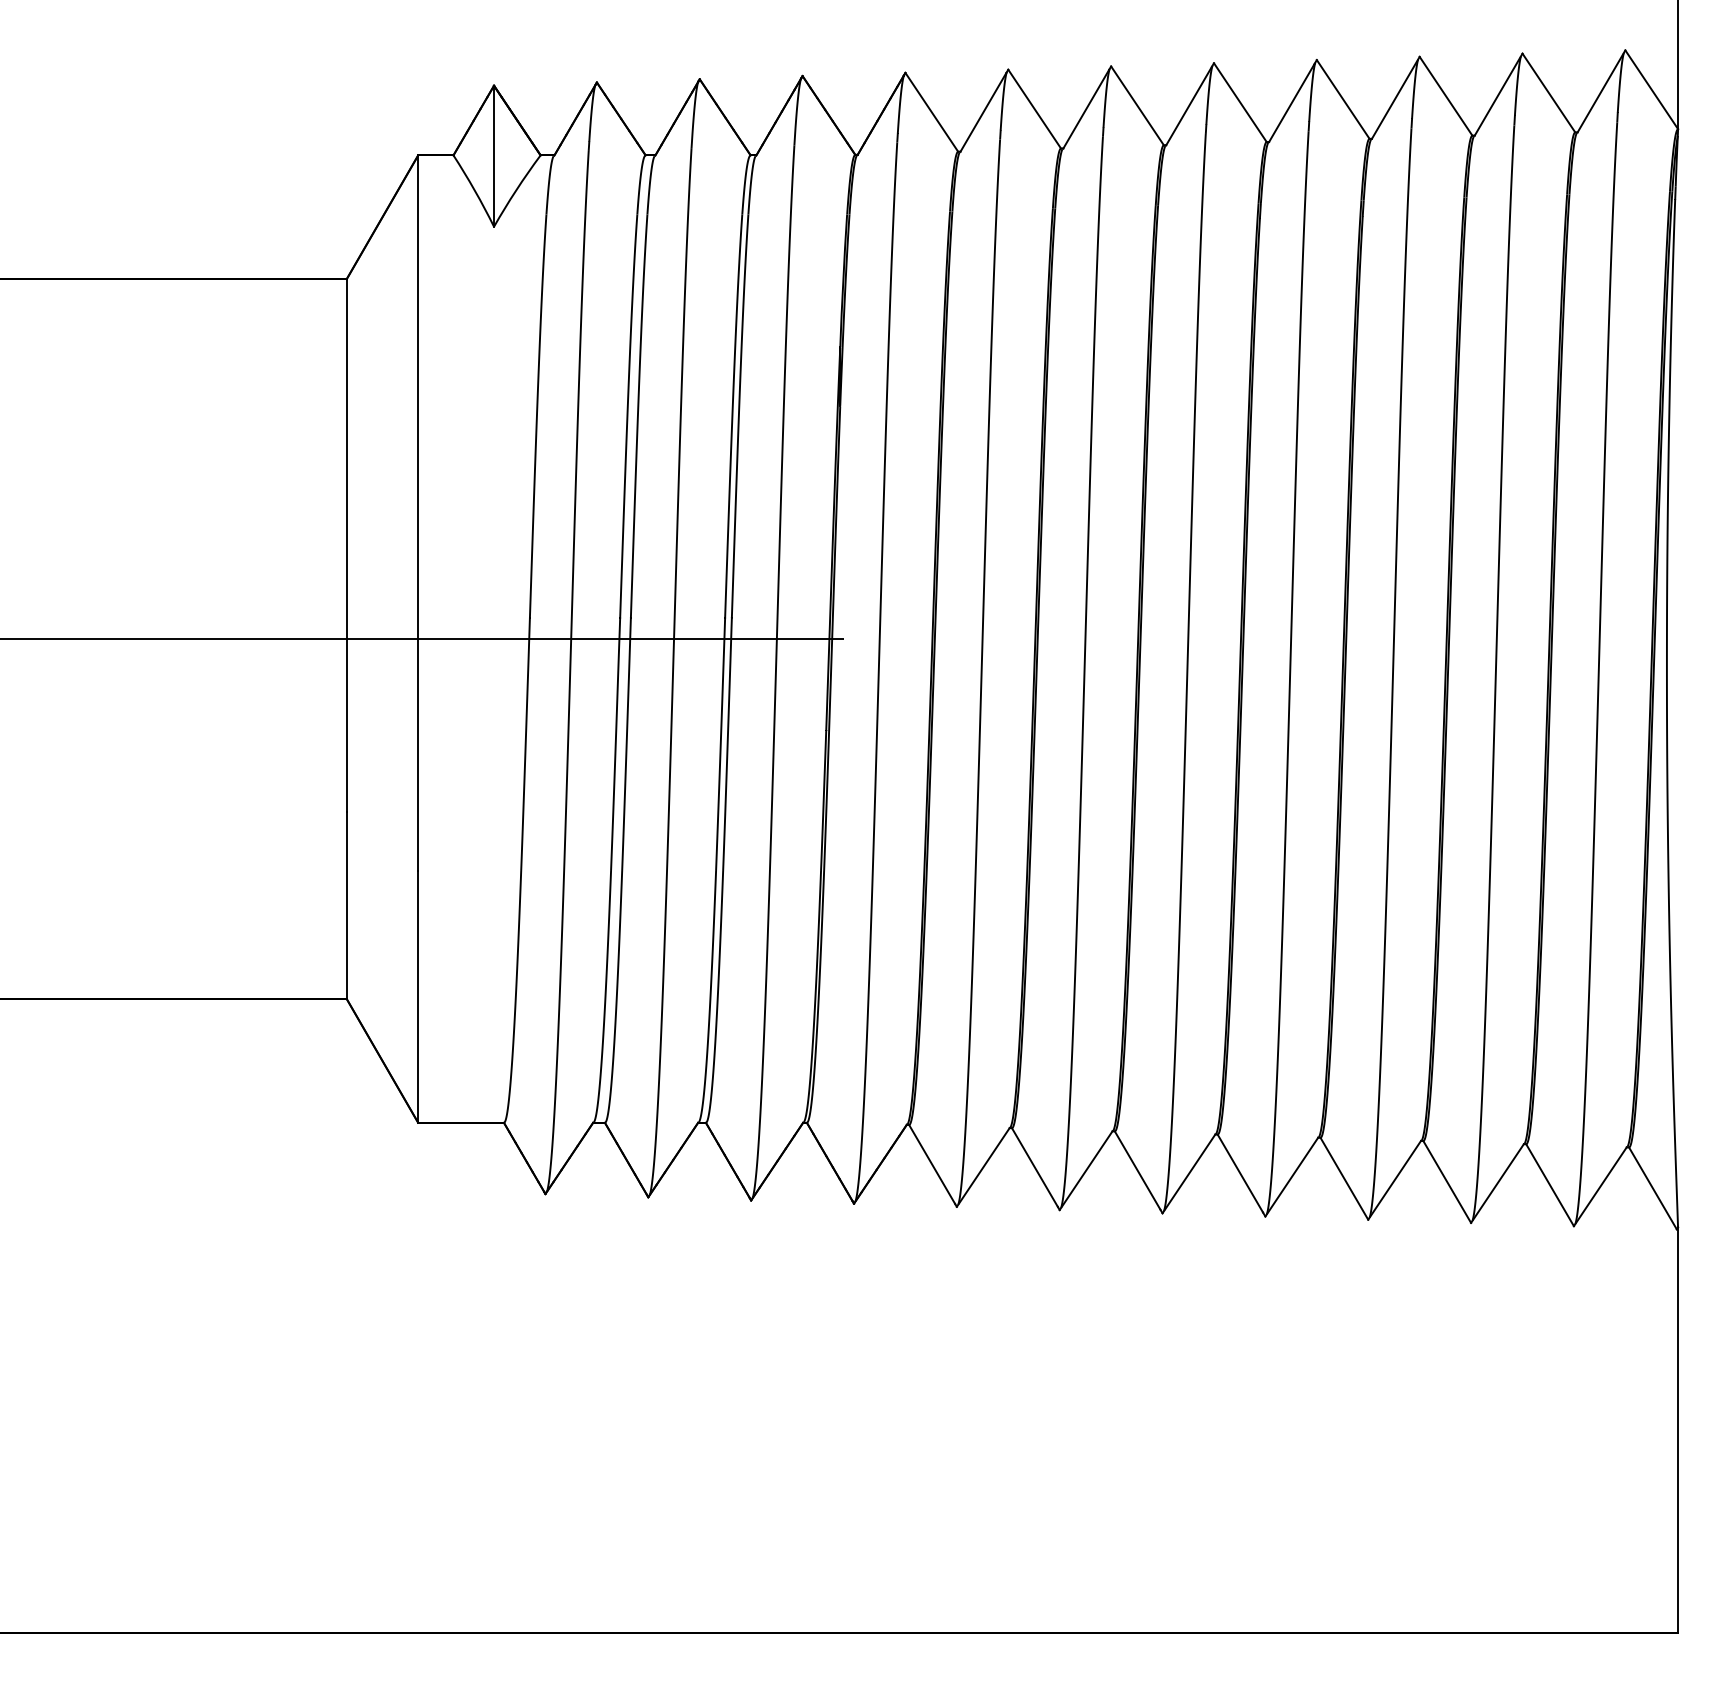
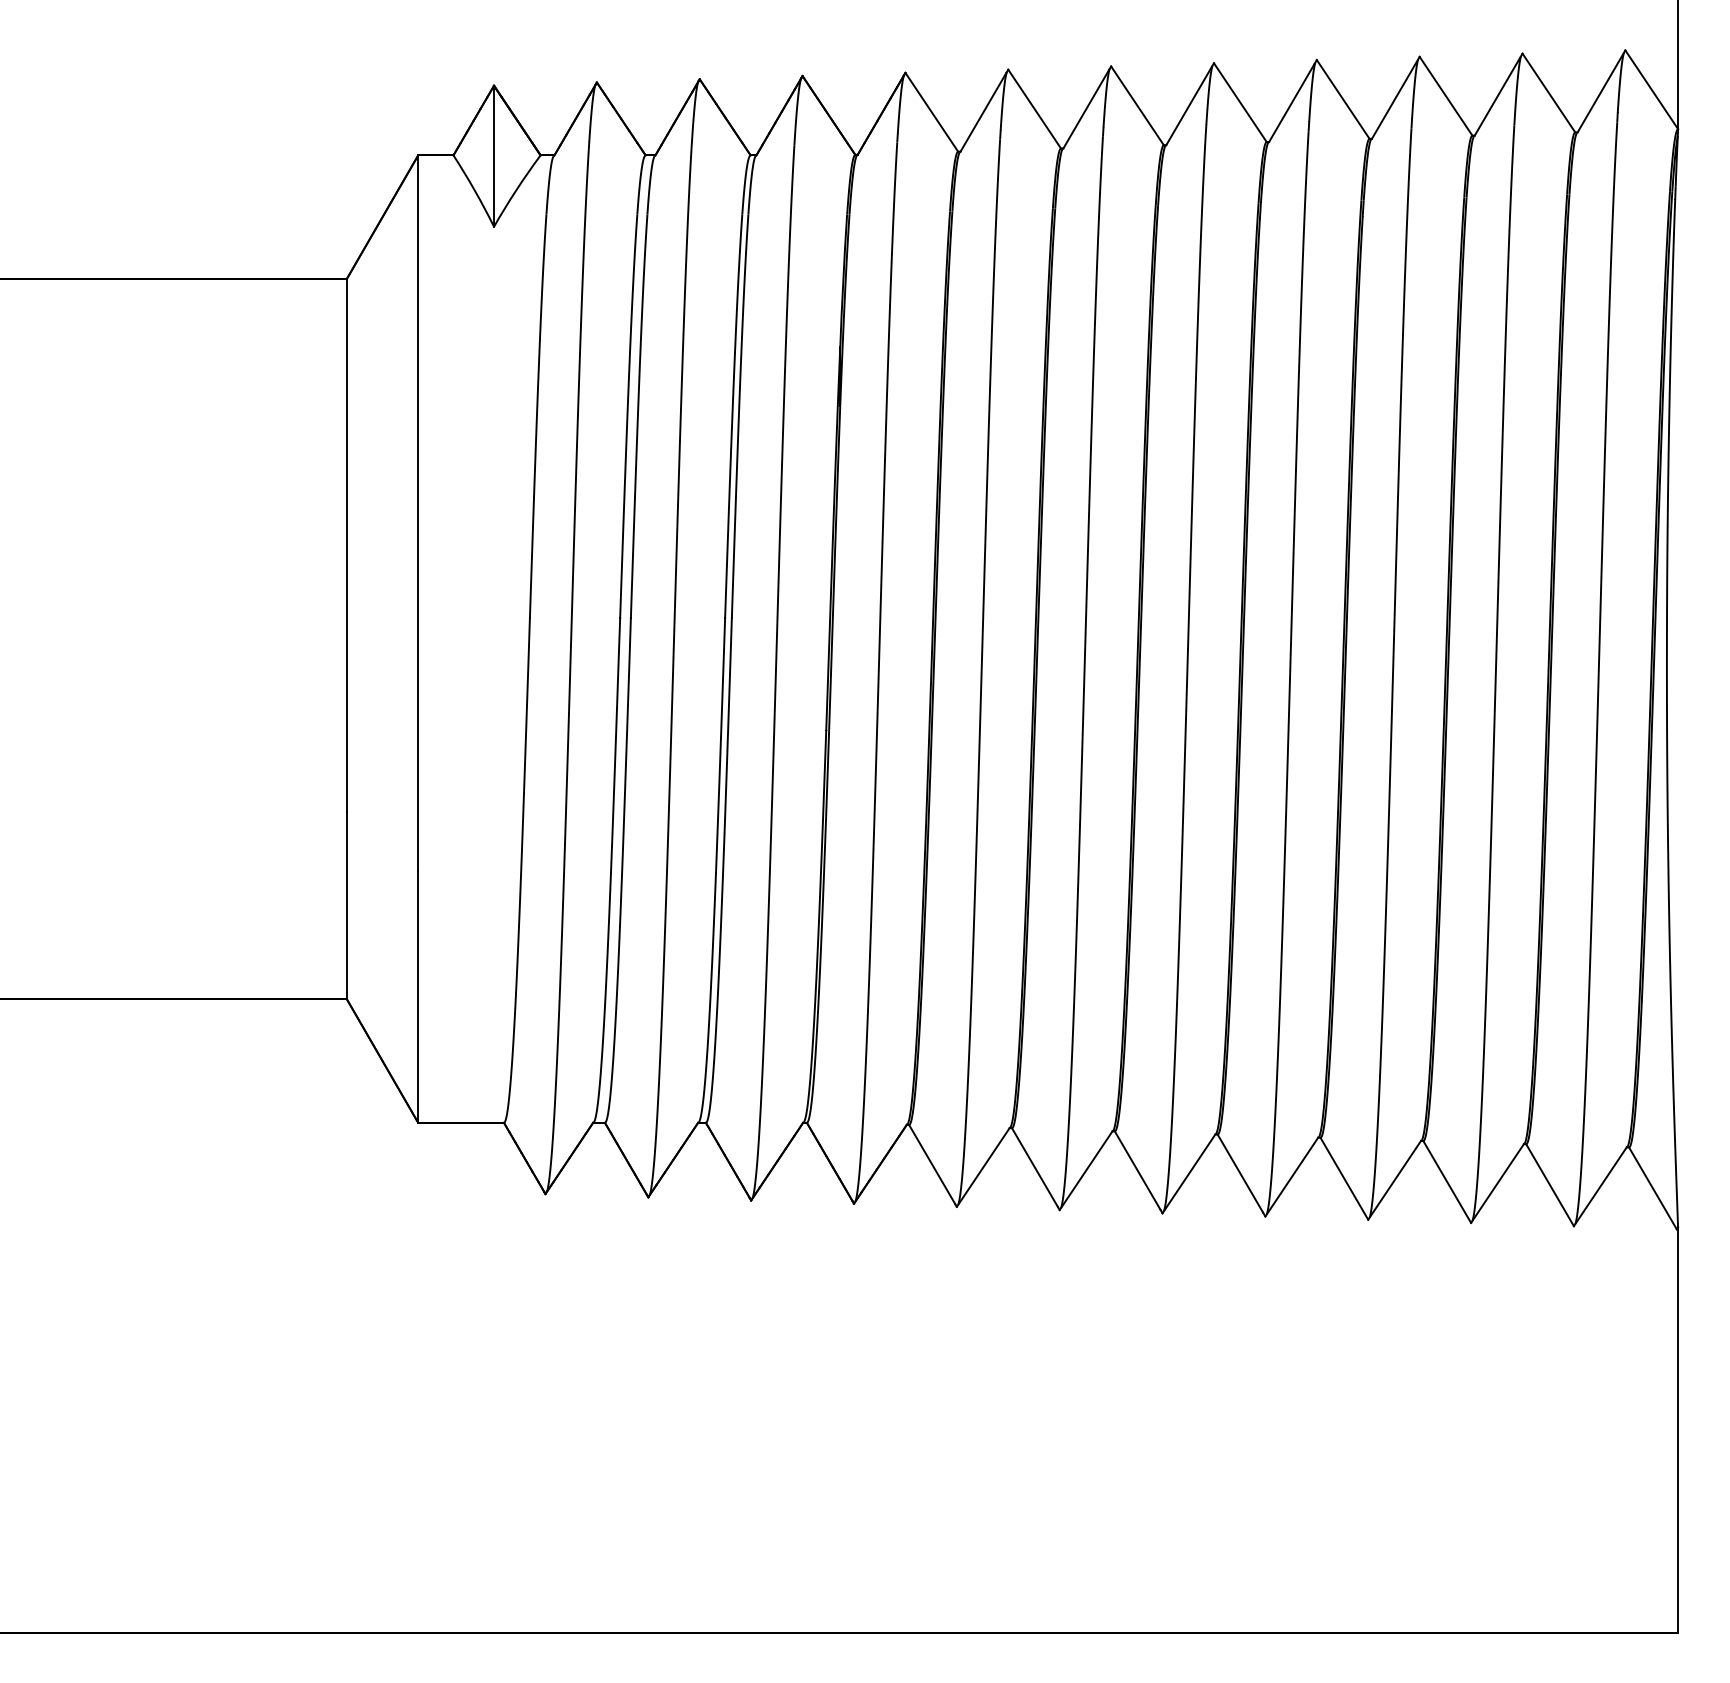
line at (423, 639): present -> none
